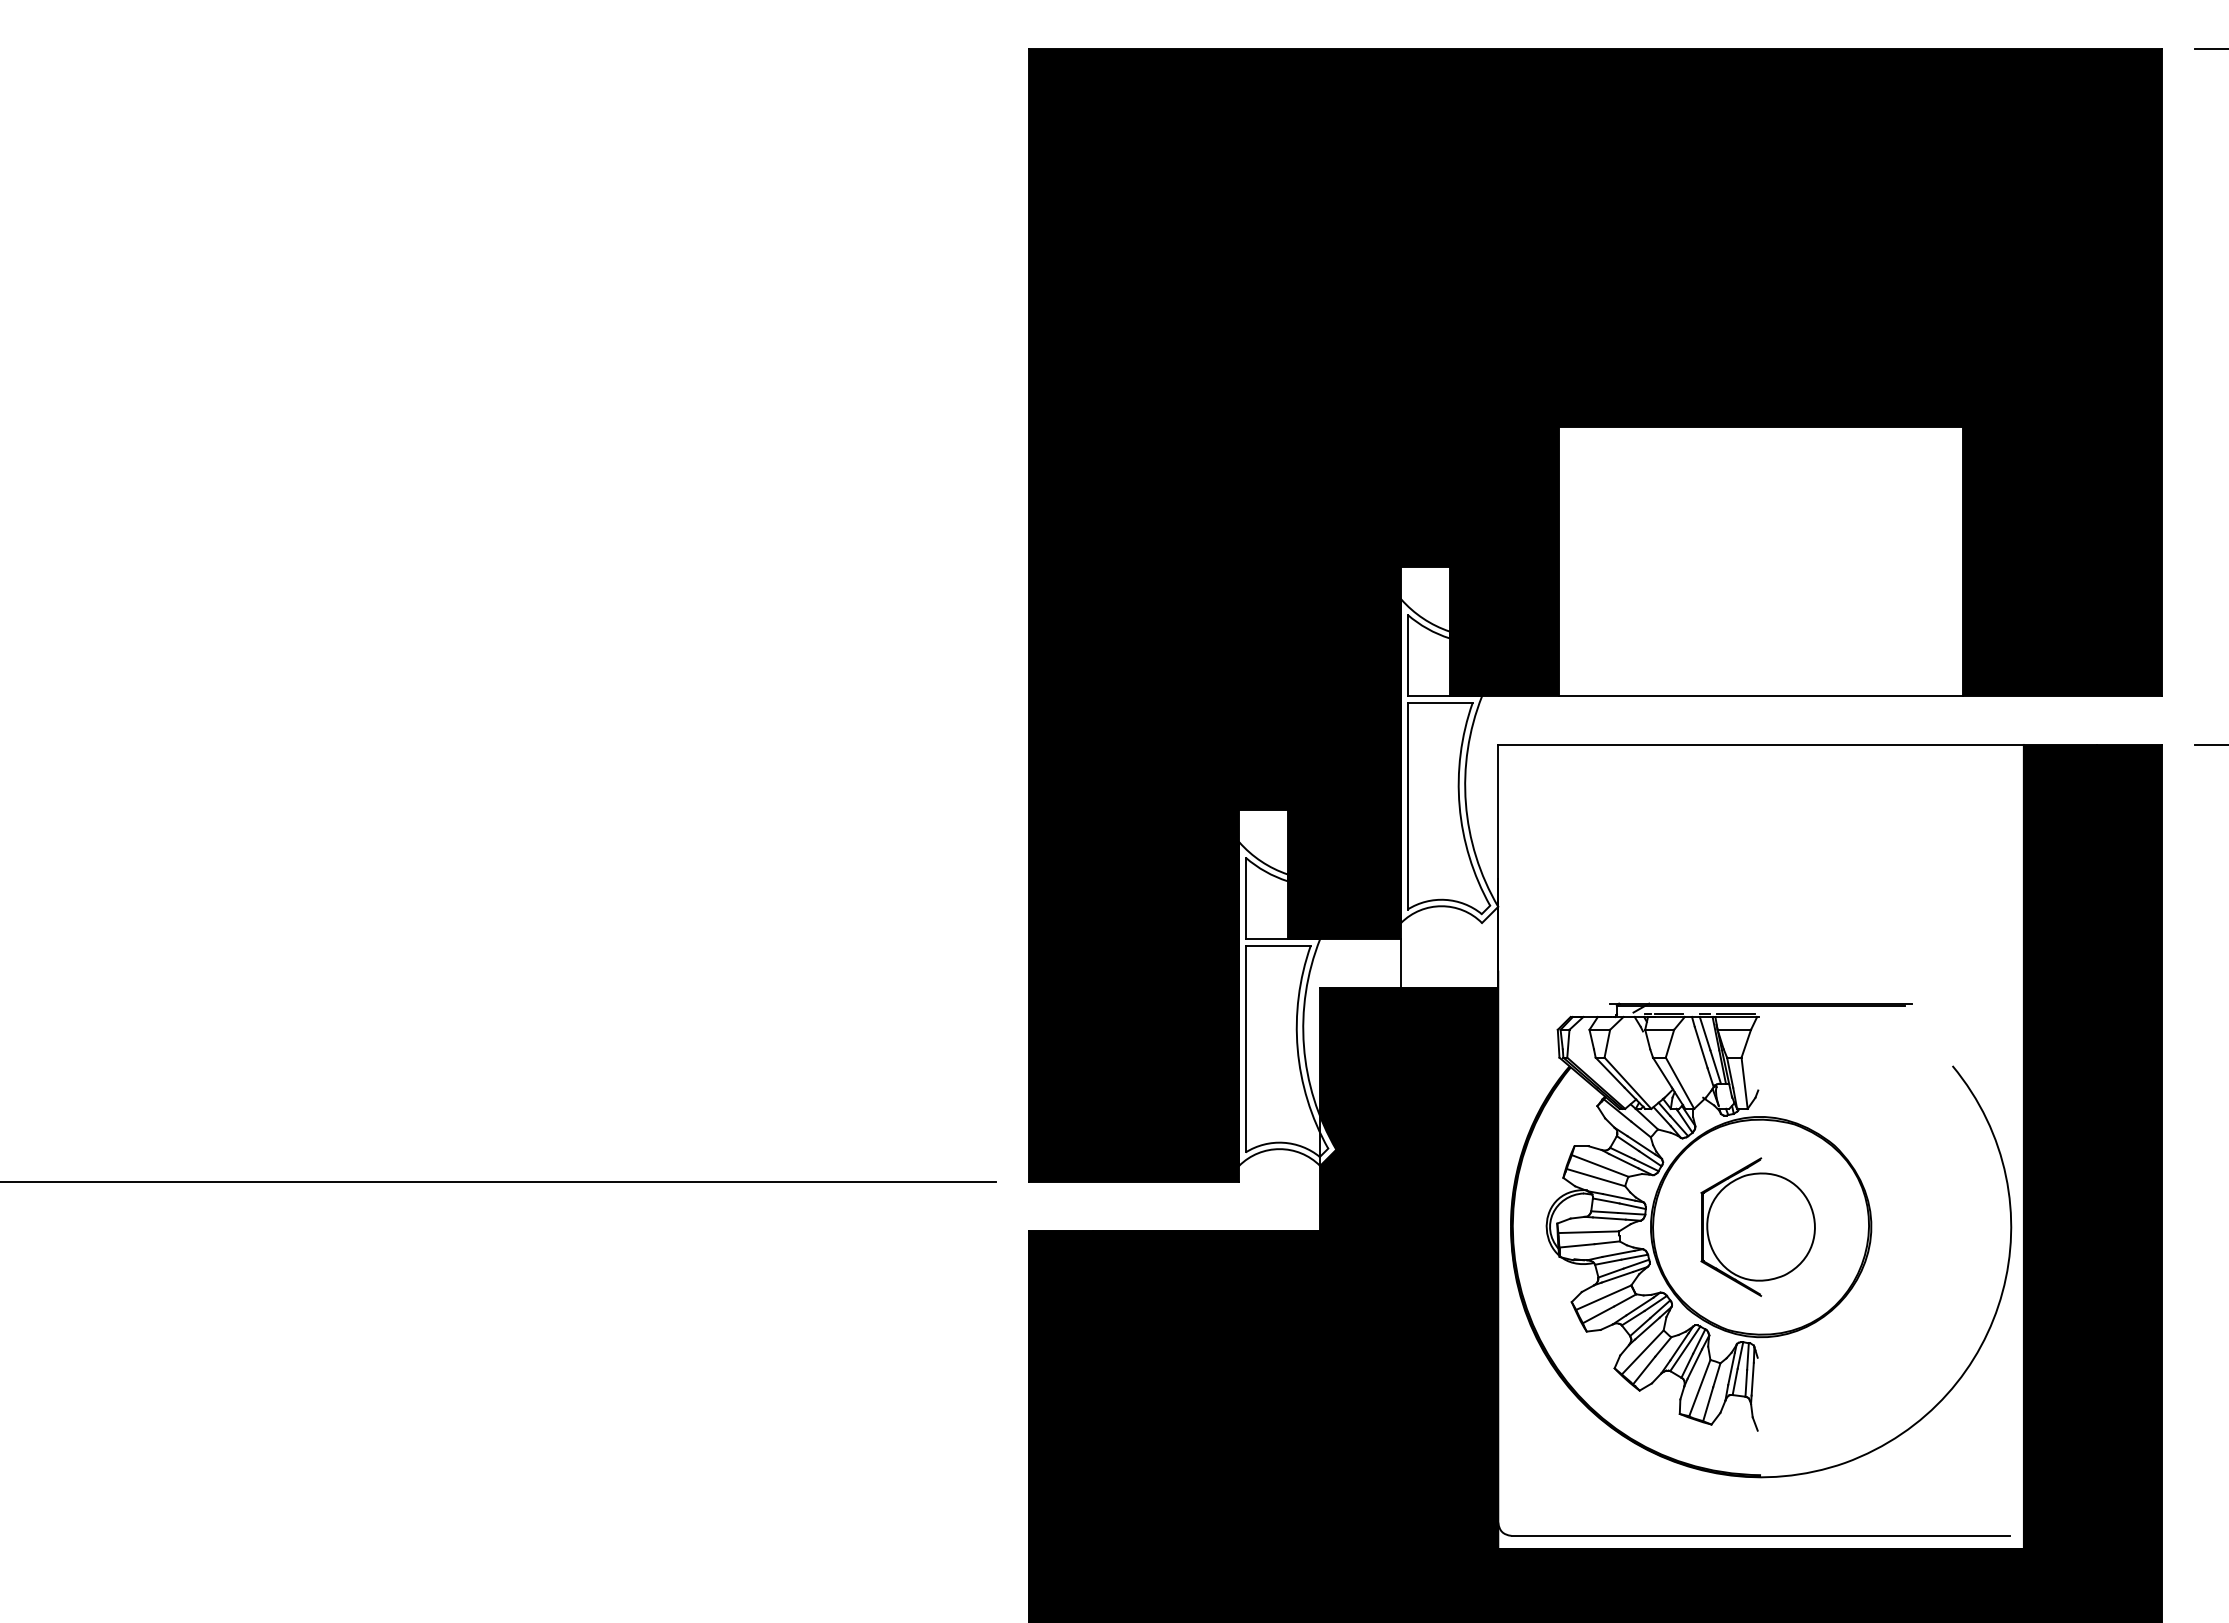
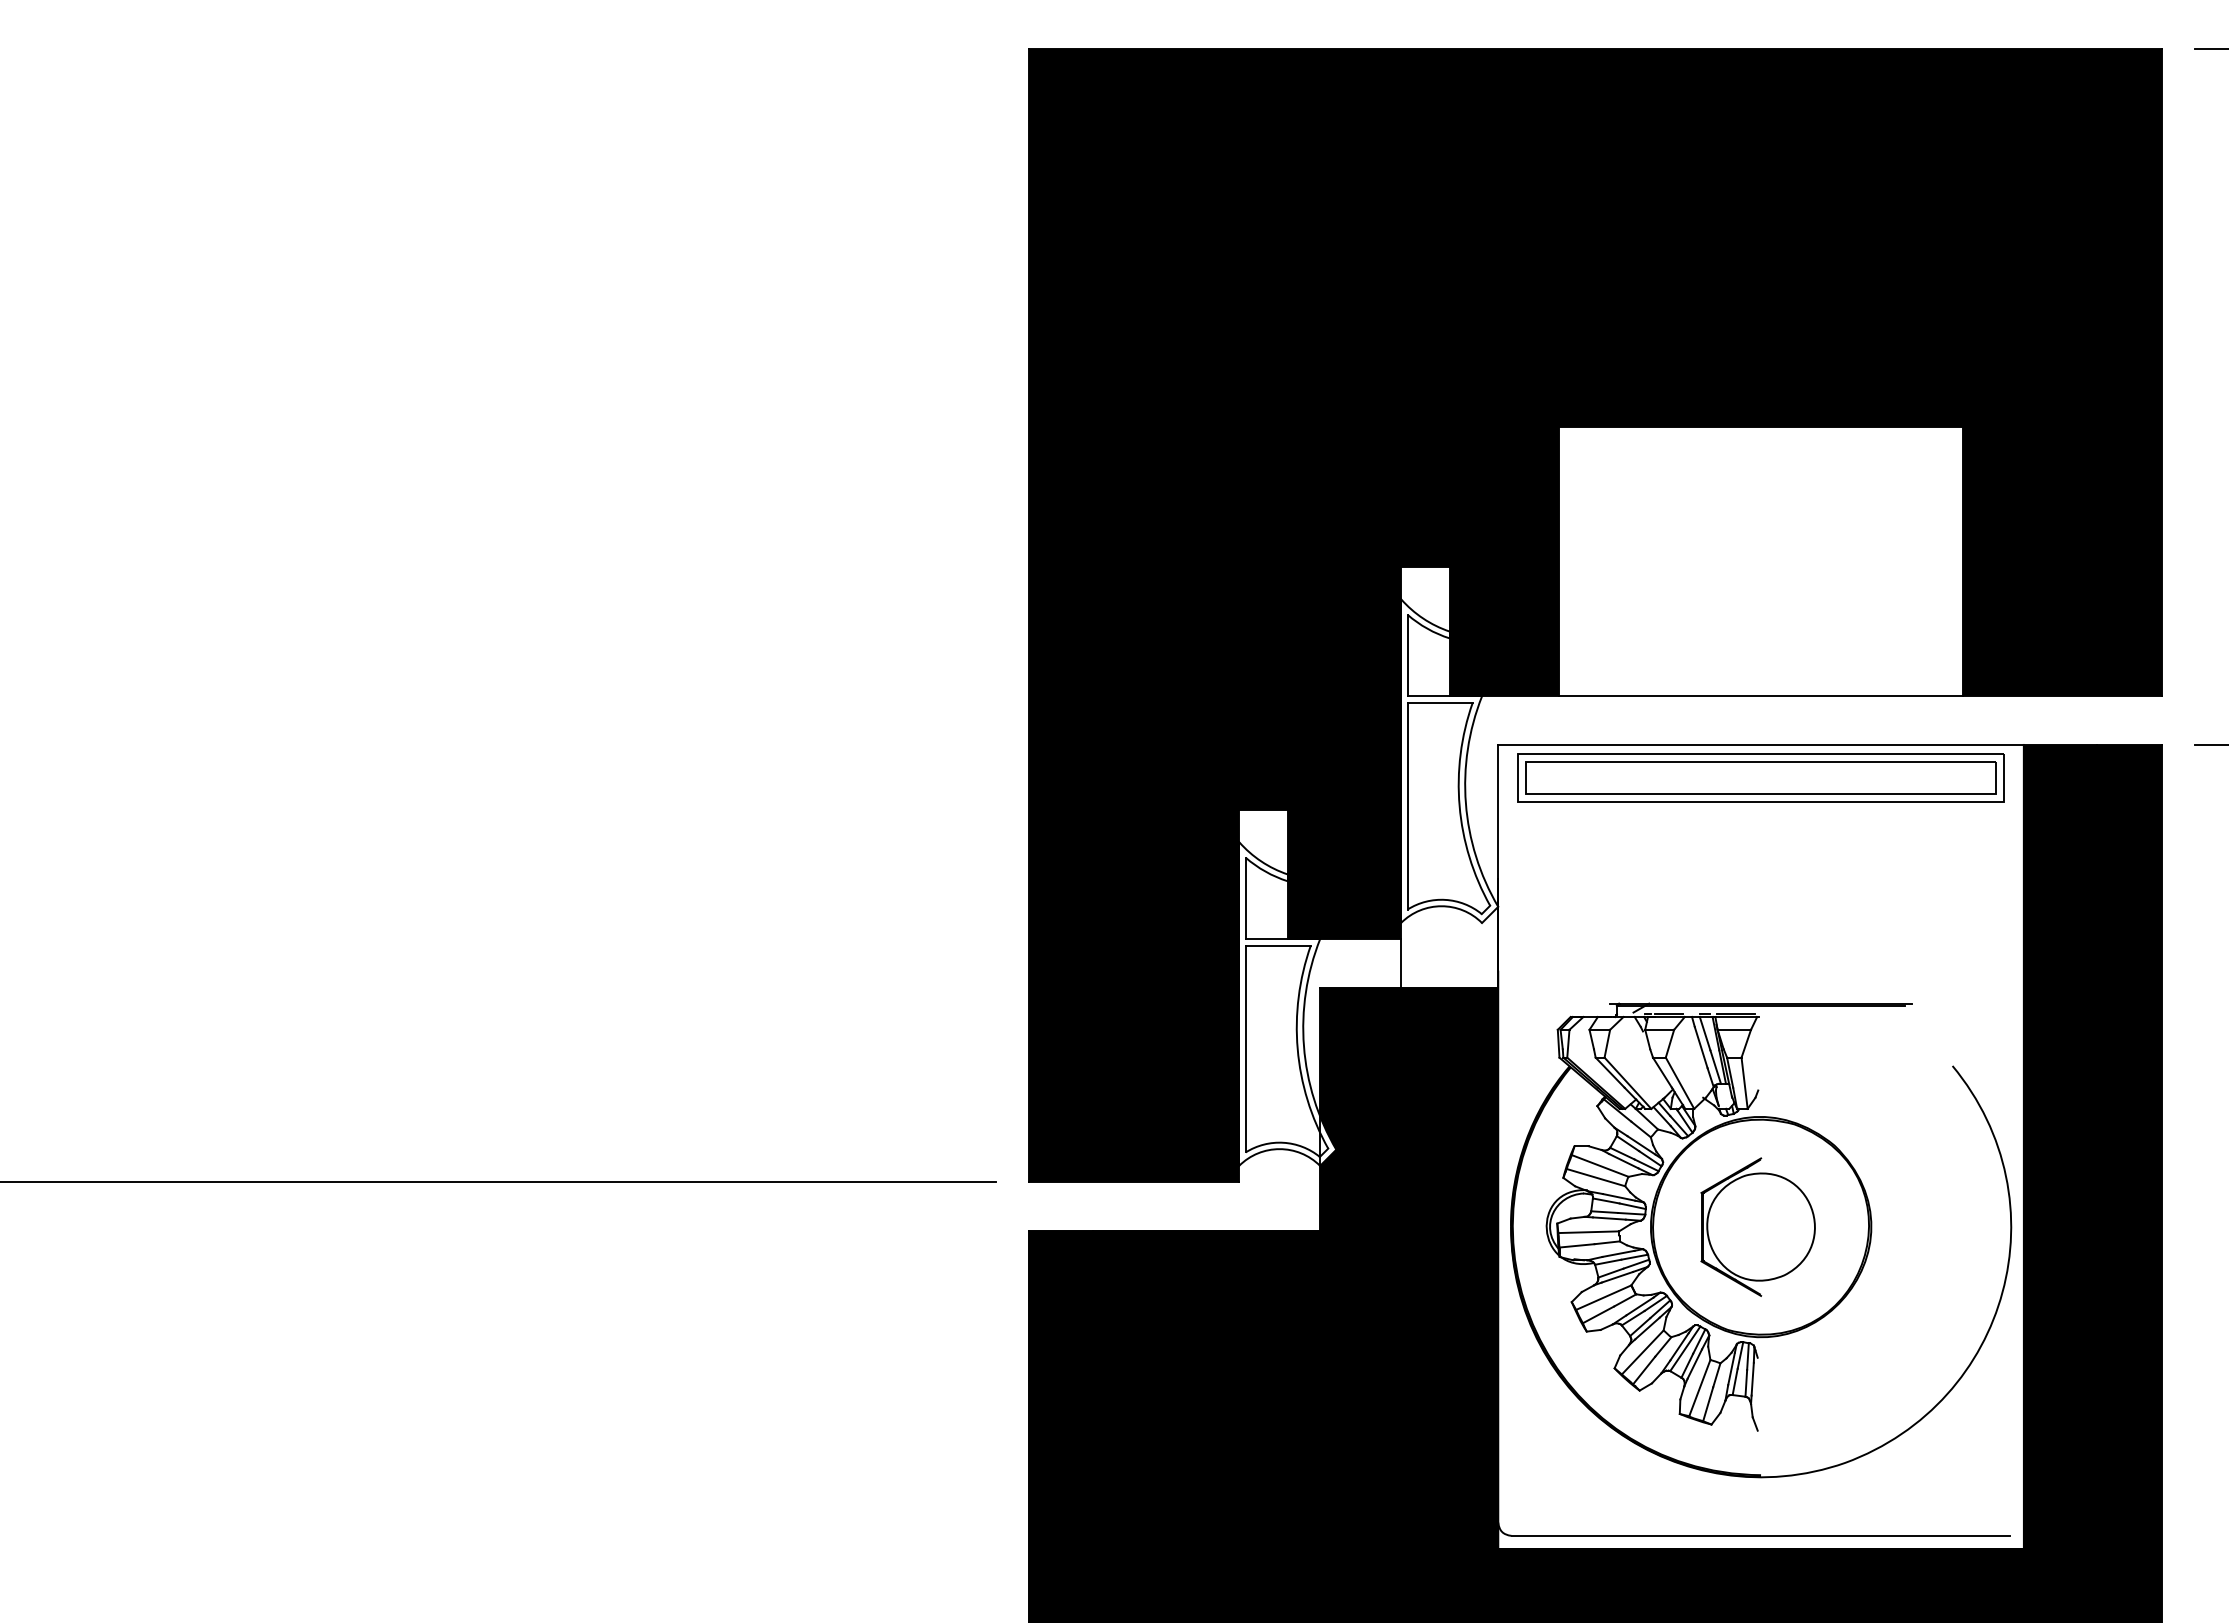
part at (1760, 777): none -> present
